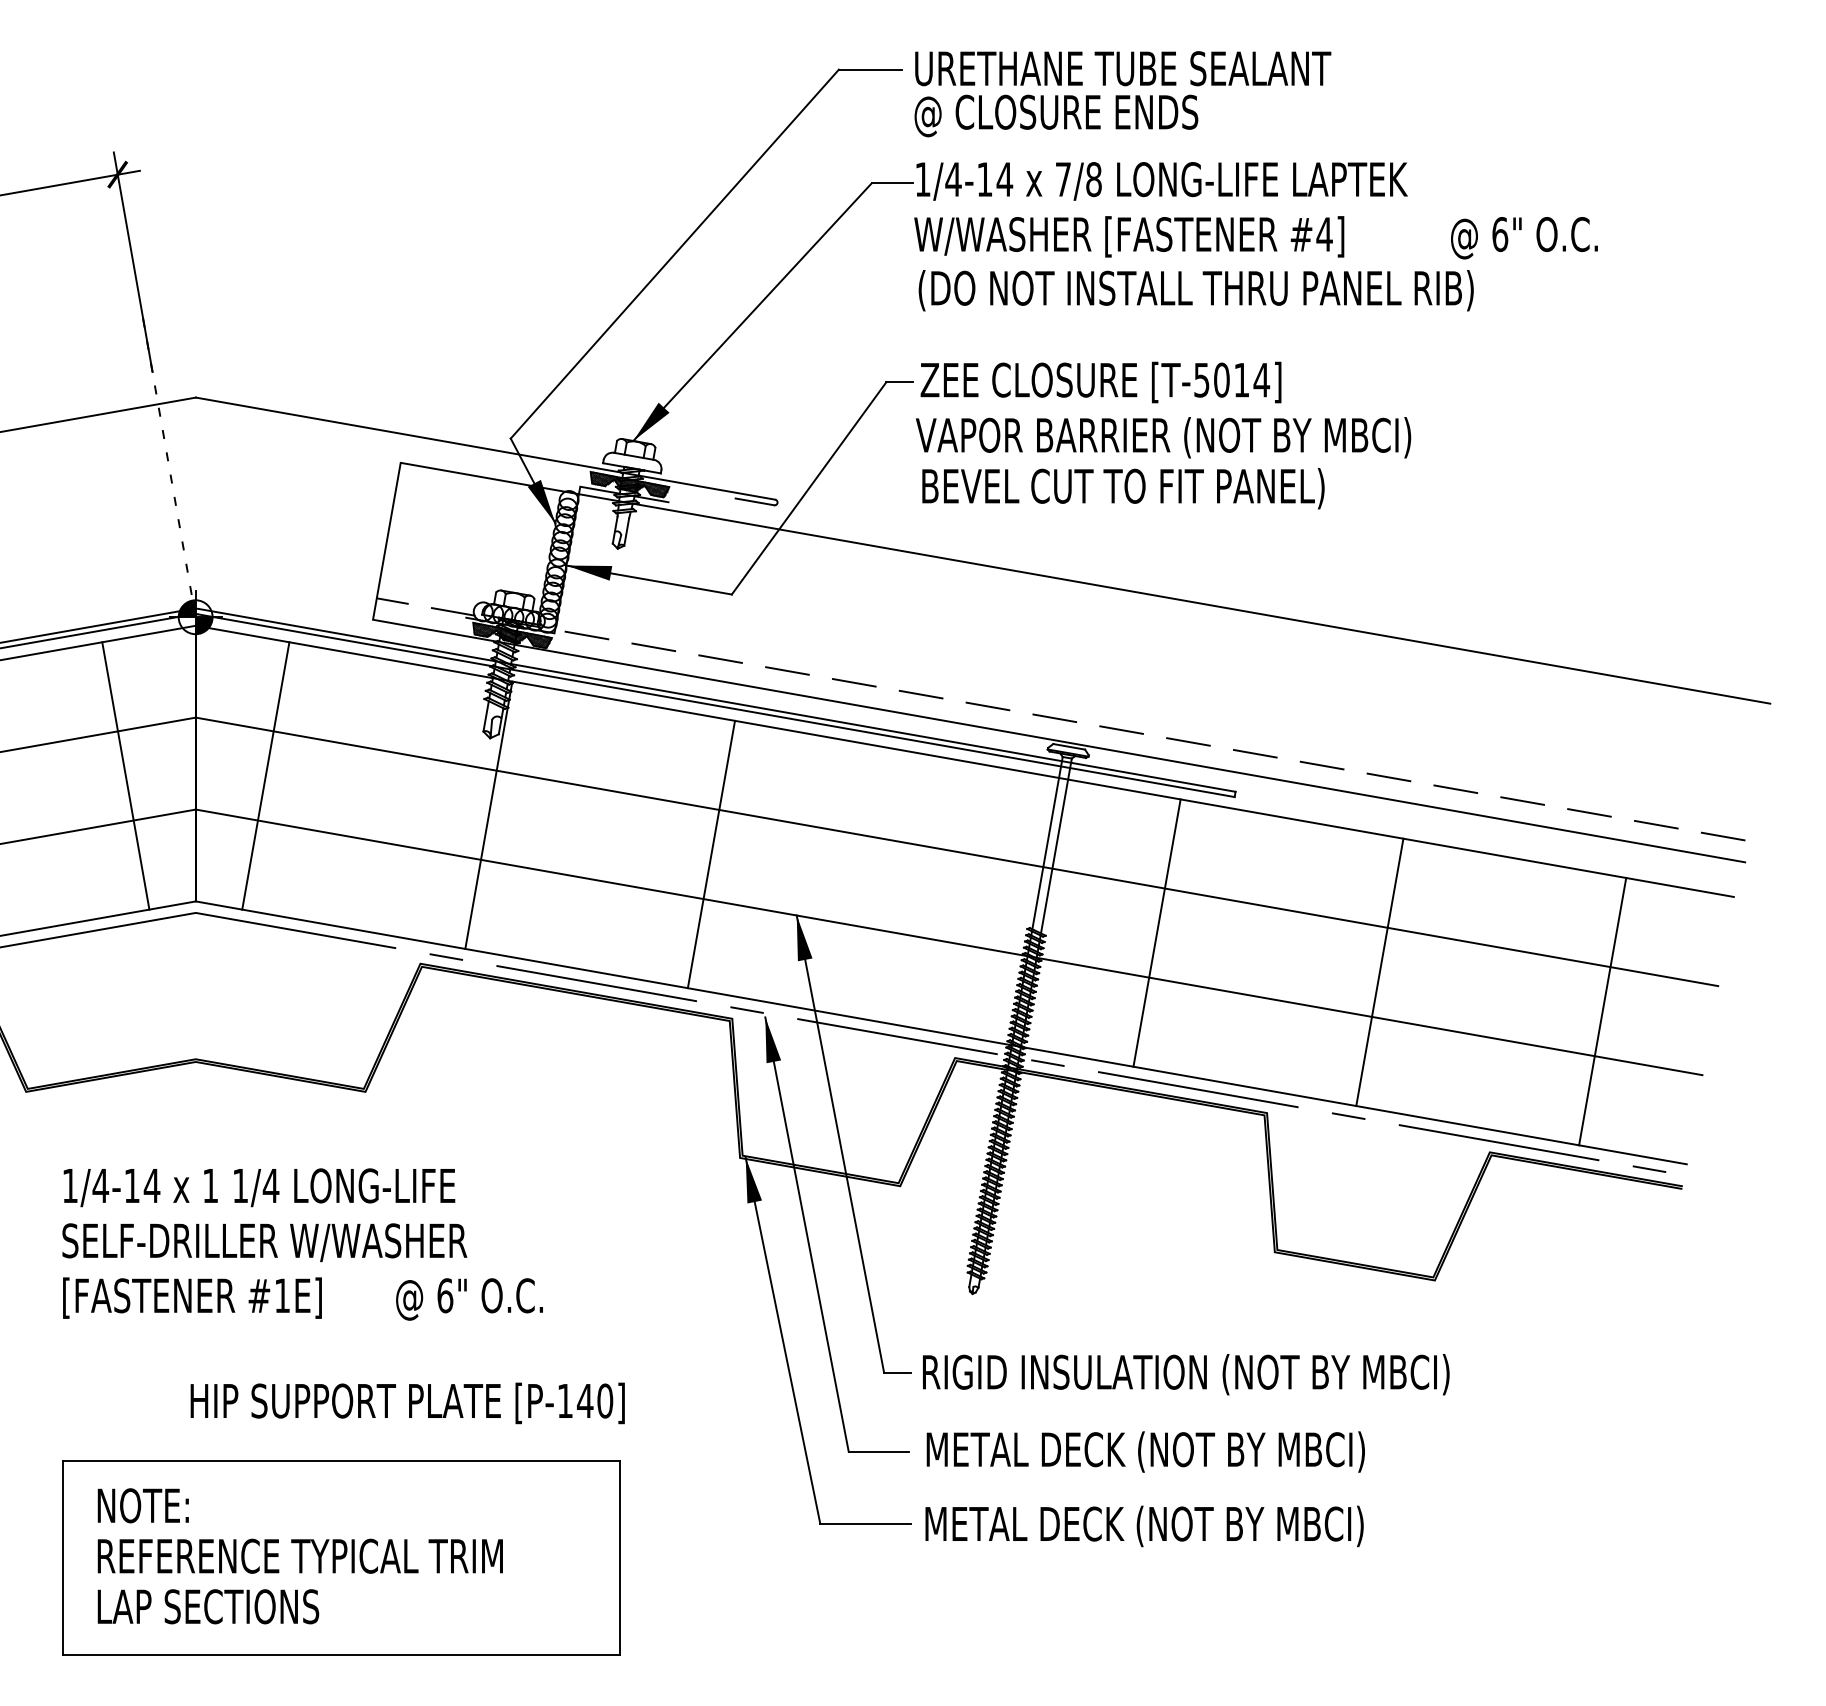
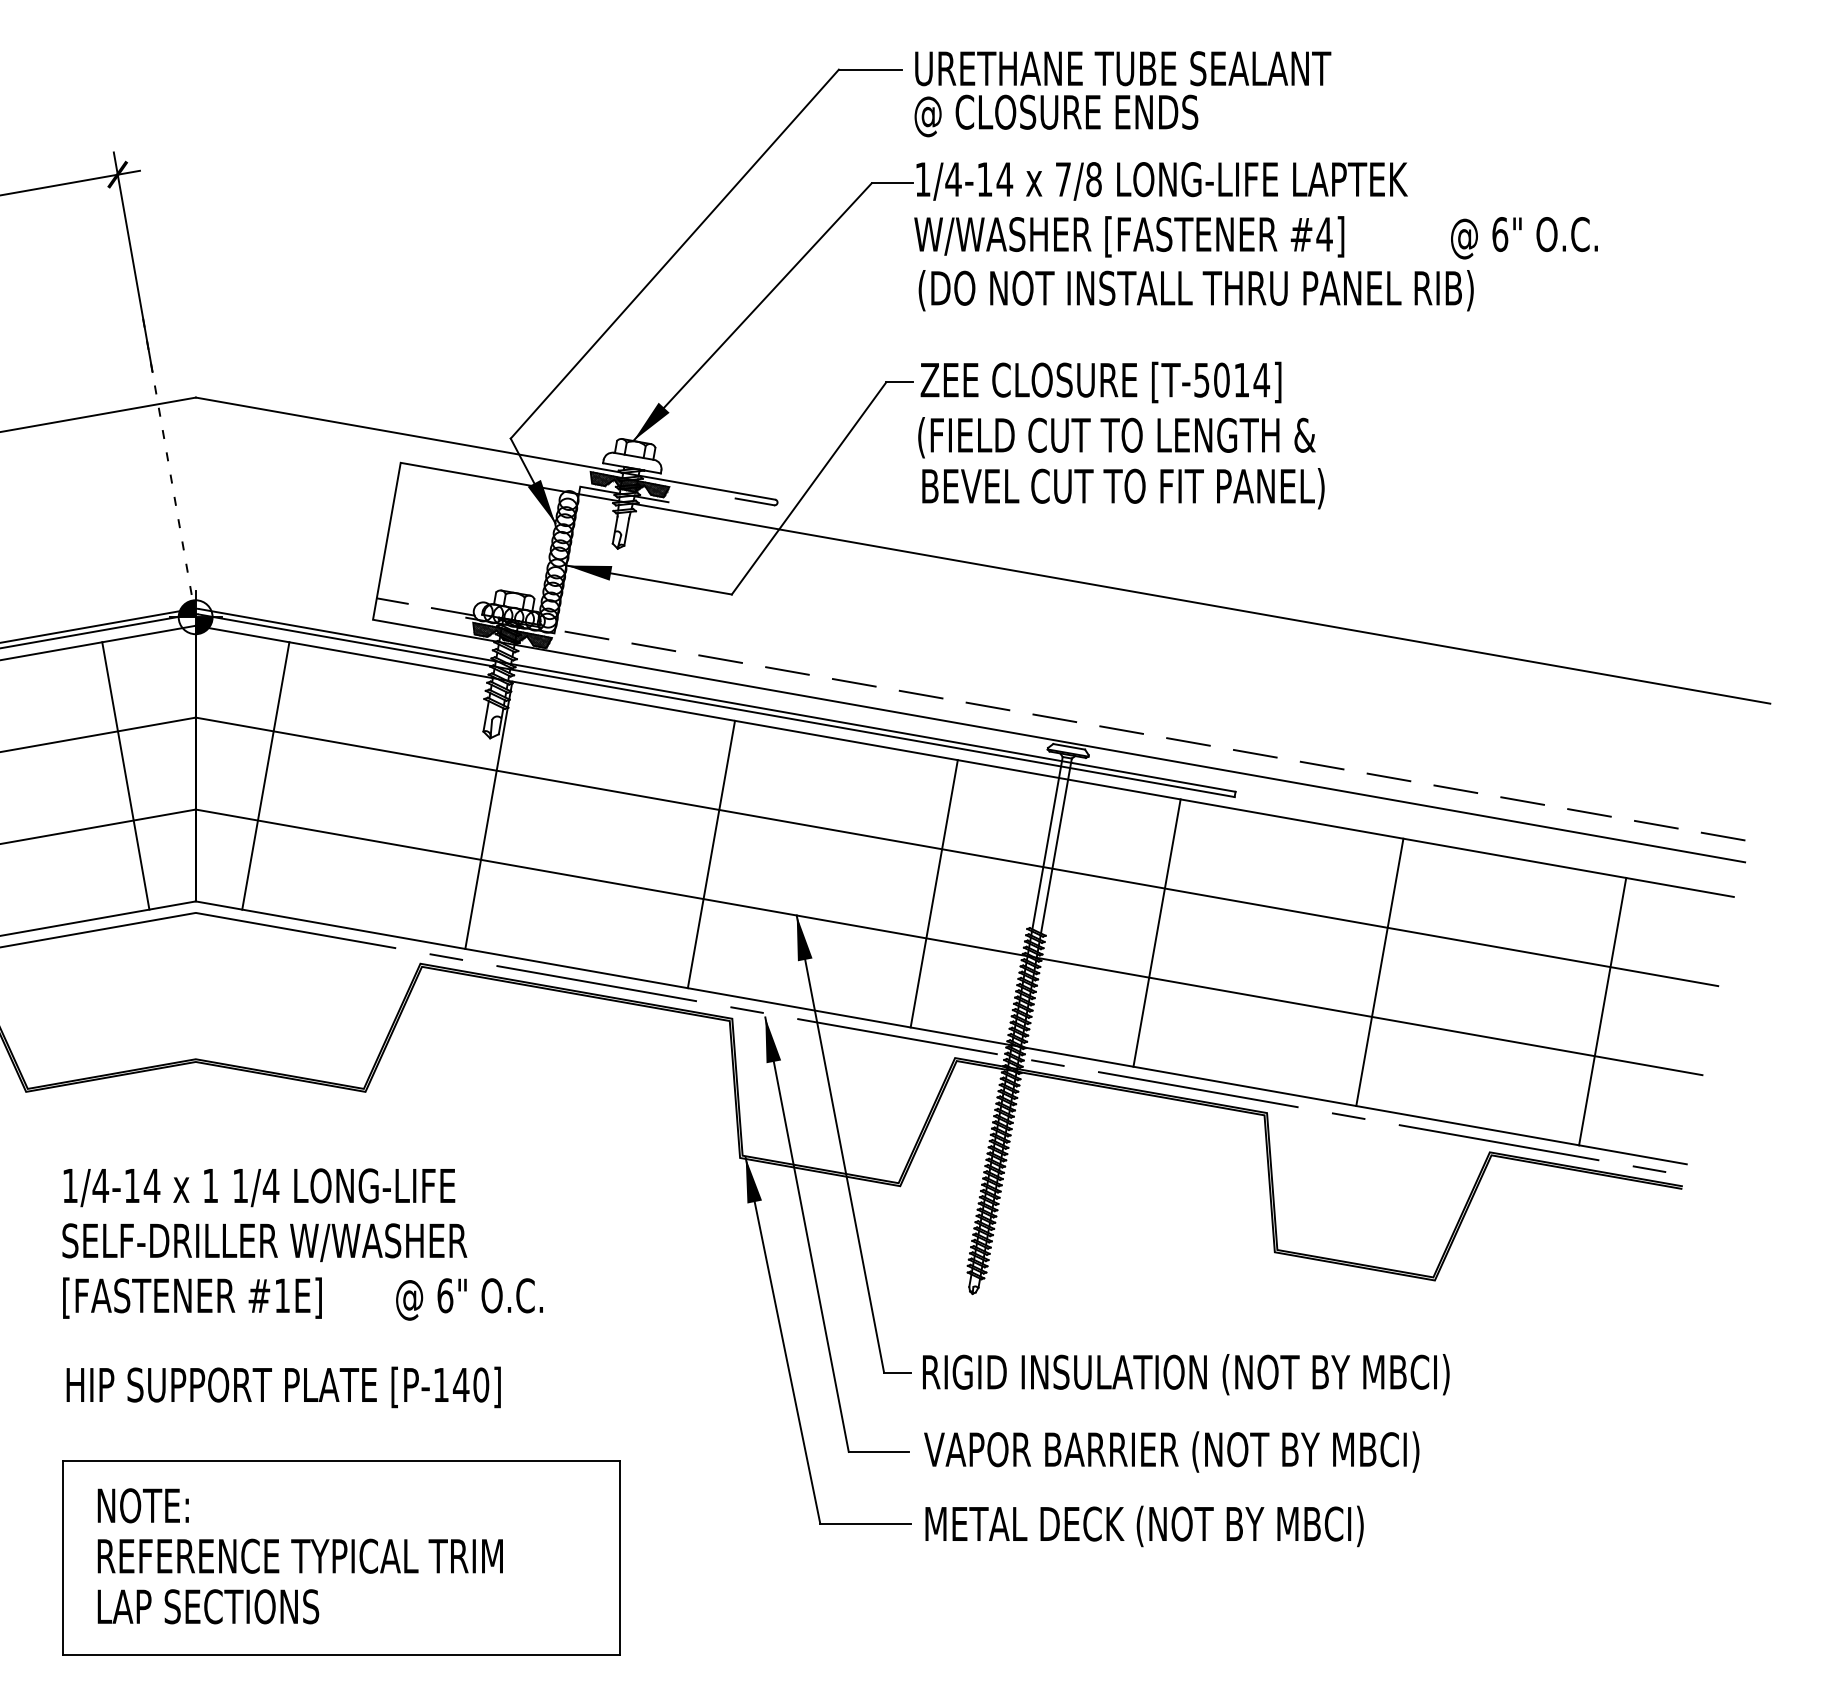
text at (1163, 437): VAPOR BARRIER (NOT BY MBCI) -> (FIELD CUT TO LENGTH &
line at (933, 893): none -> present
text at (407, 1403) position: (407, 1403) -> (283, 1387)
text at (1171, 1451): METAL DECK (NOT BY MBCI) -> VAPOR BARRIER (NOT BY MBCI)
